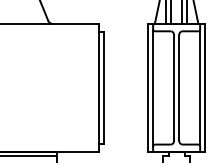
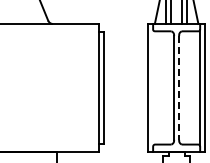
line at (153, 87): present -> none
line at (179, 87): solid -> dashed
line at (29, 155): present -> none
